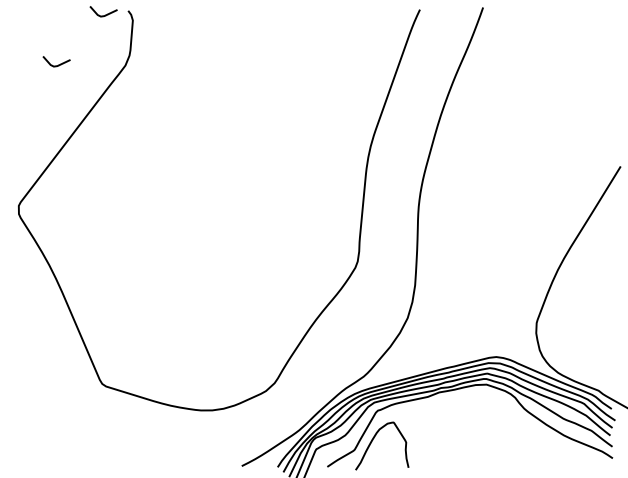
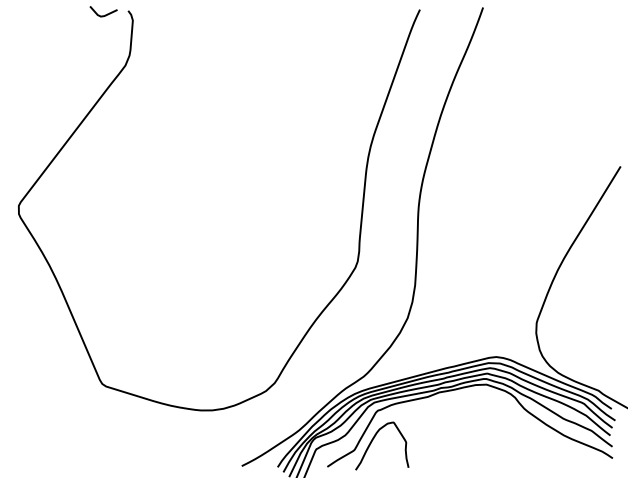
line at (58, 64): present -> none
